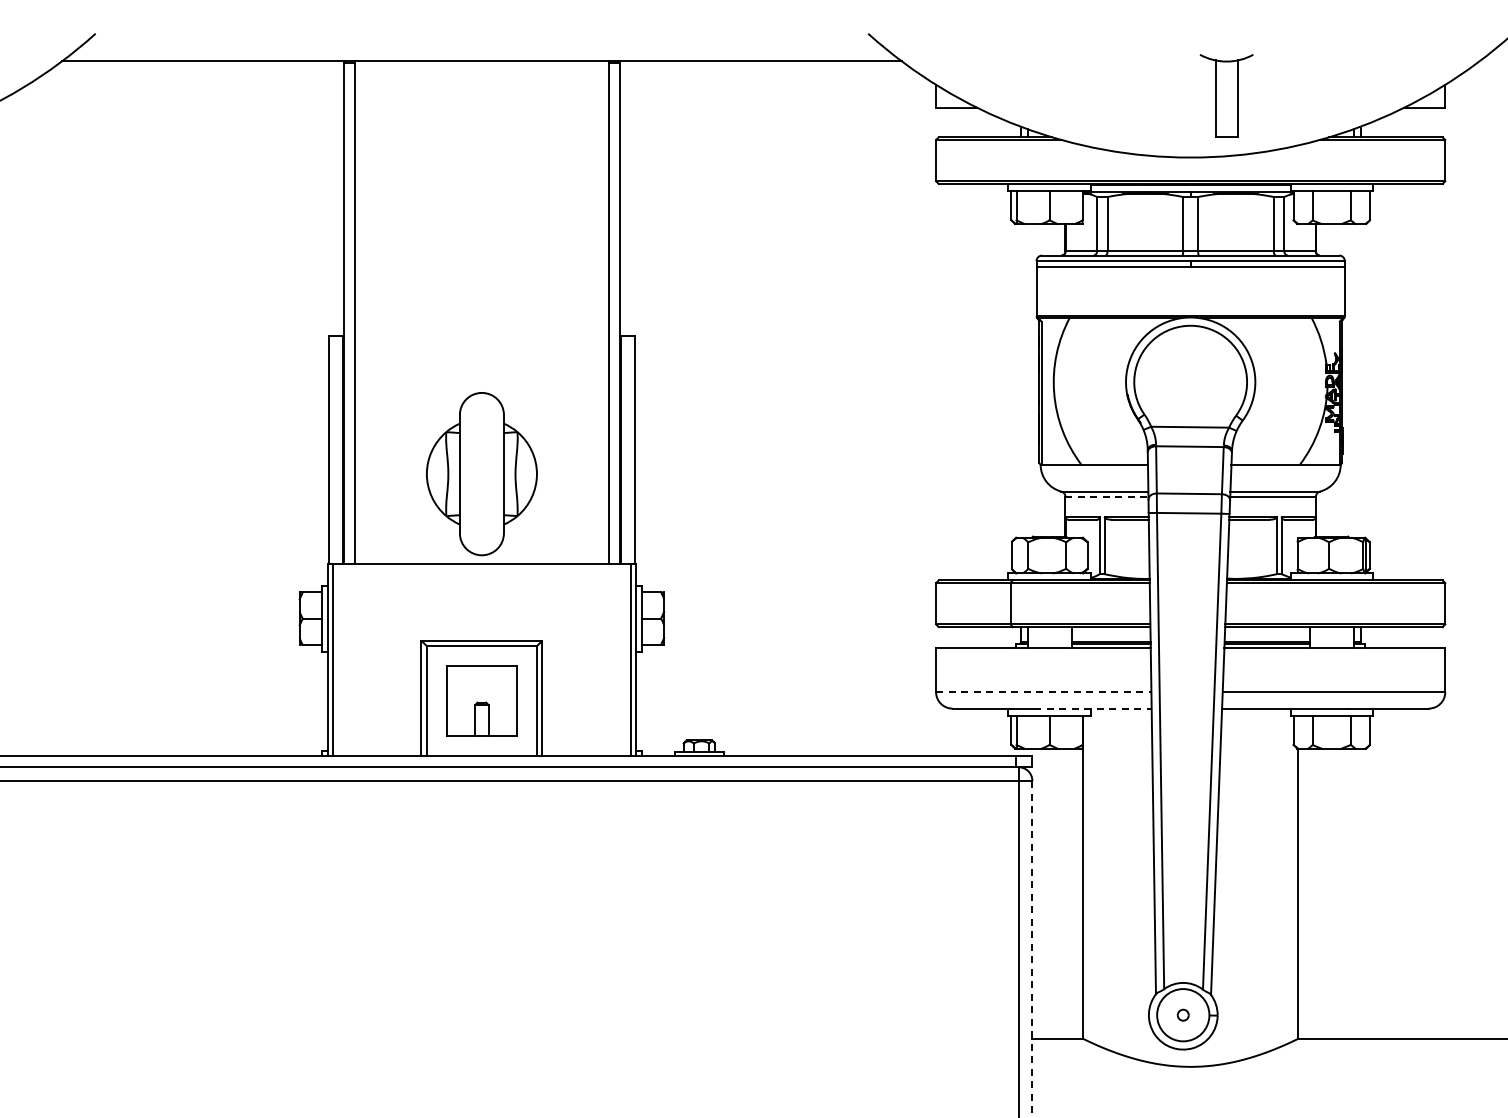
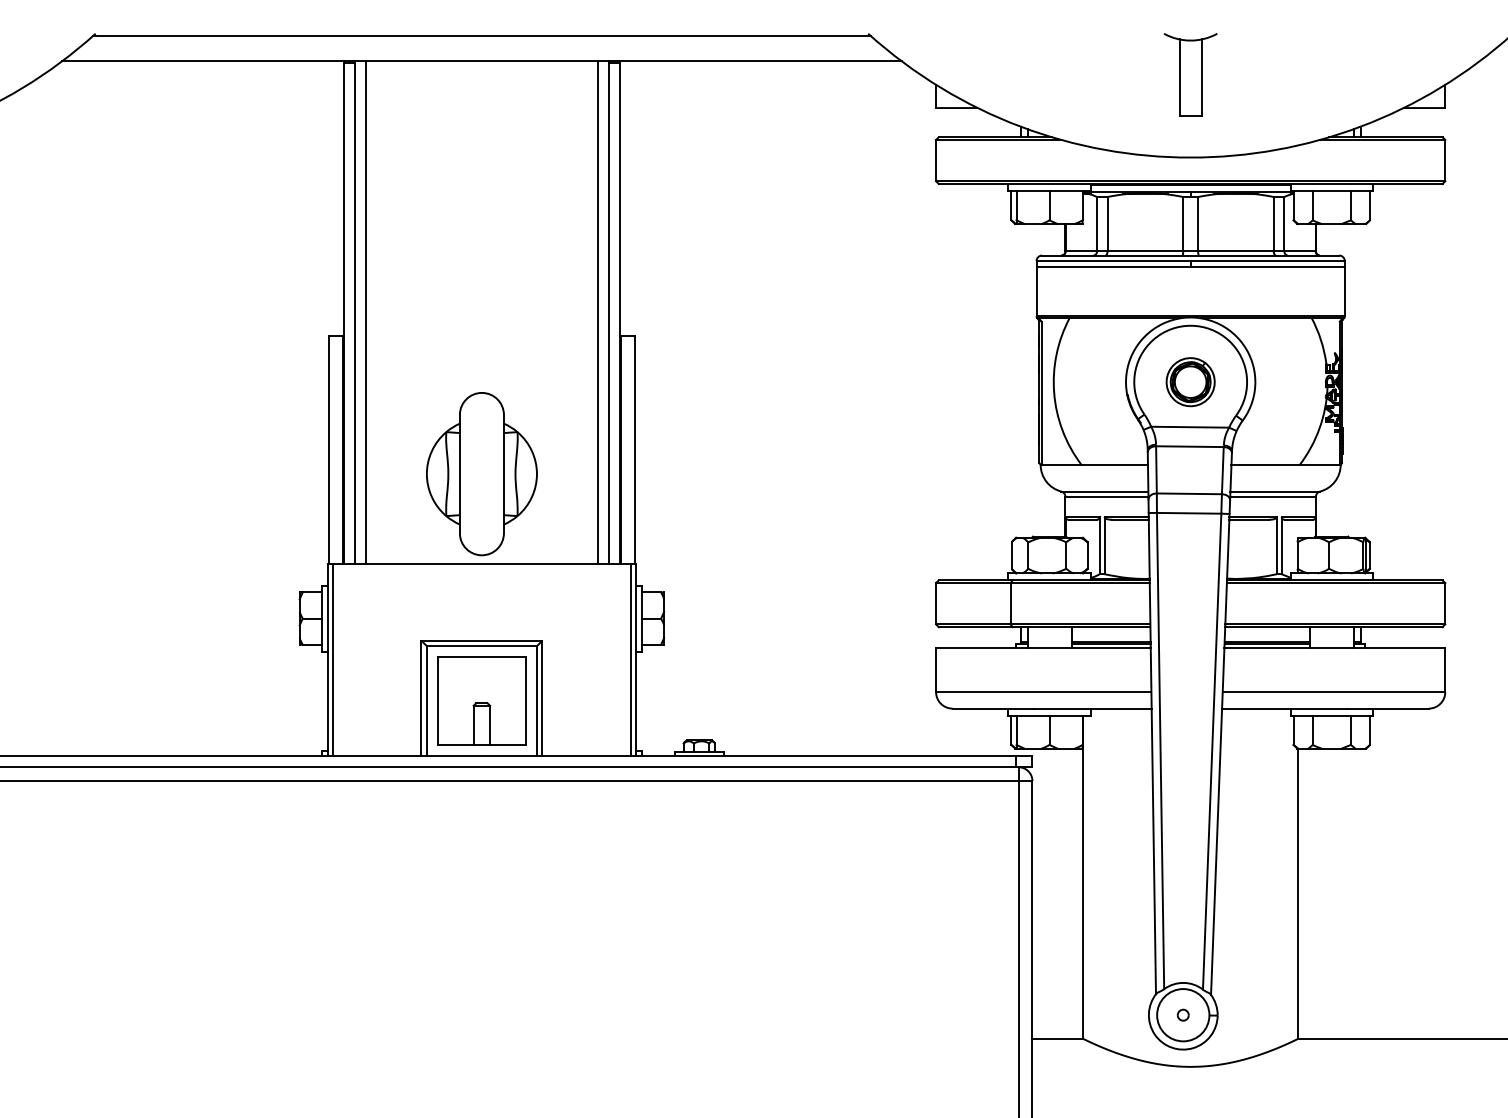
line at (481, 36): none -> present
part at (1226, 95) position: (1226, 95) -> (1190, 74)
line at (366, 312): none -> present
line at (597, 312): none -> present
part at (1190, 382): none -> present
line at (1106, 496): dashed -> solid
line at (1043, 692): dashed -> solid
part at (481, 700) size: 72x72 px -> 90x90 px
line at (1092, 708): dashed -> solid
line at (1032, 950): dashed -> solid
